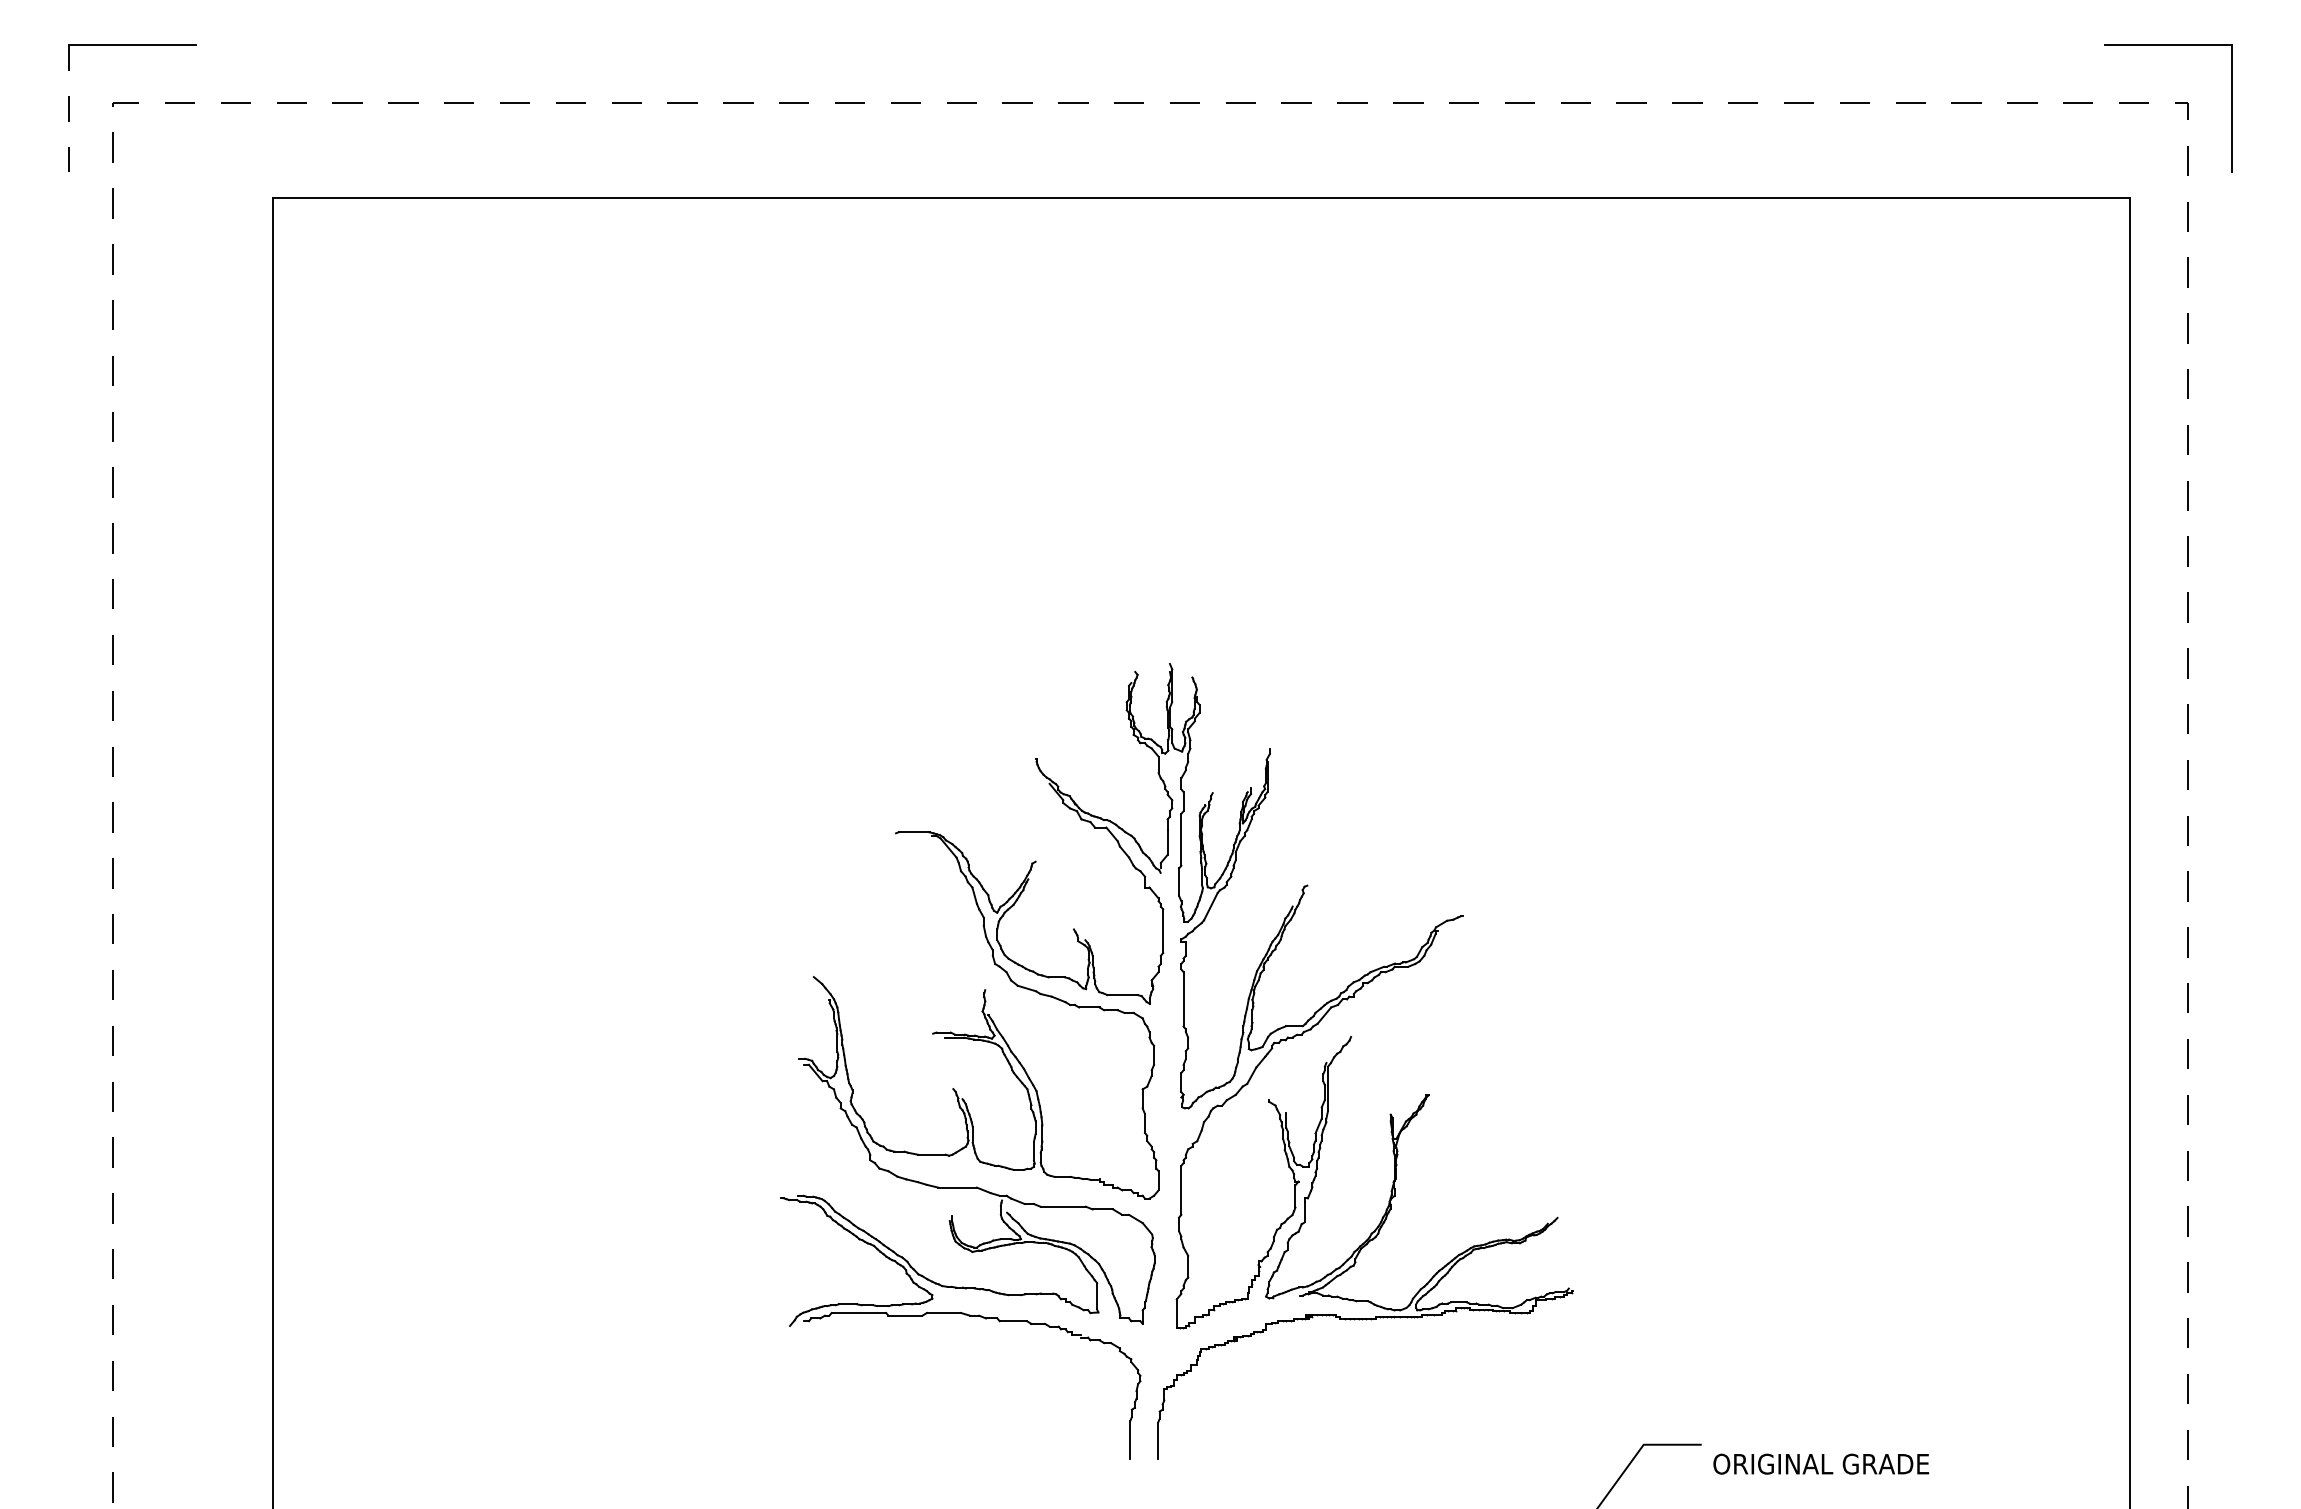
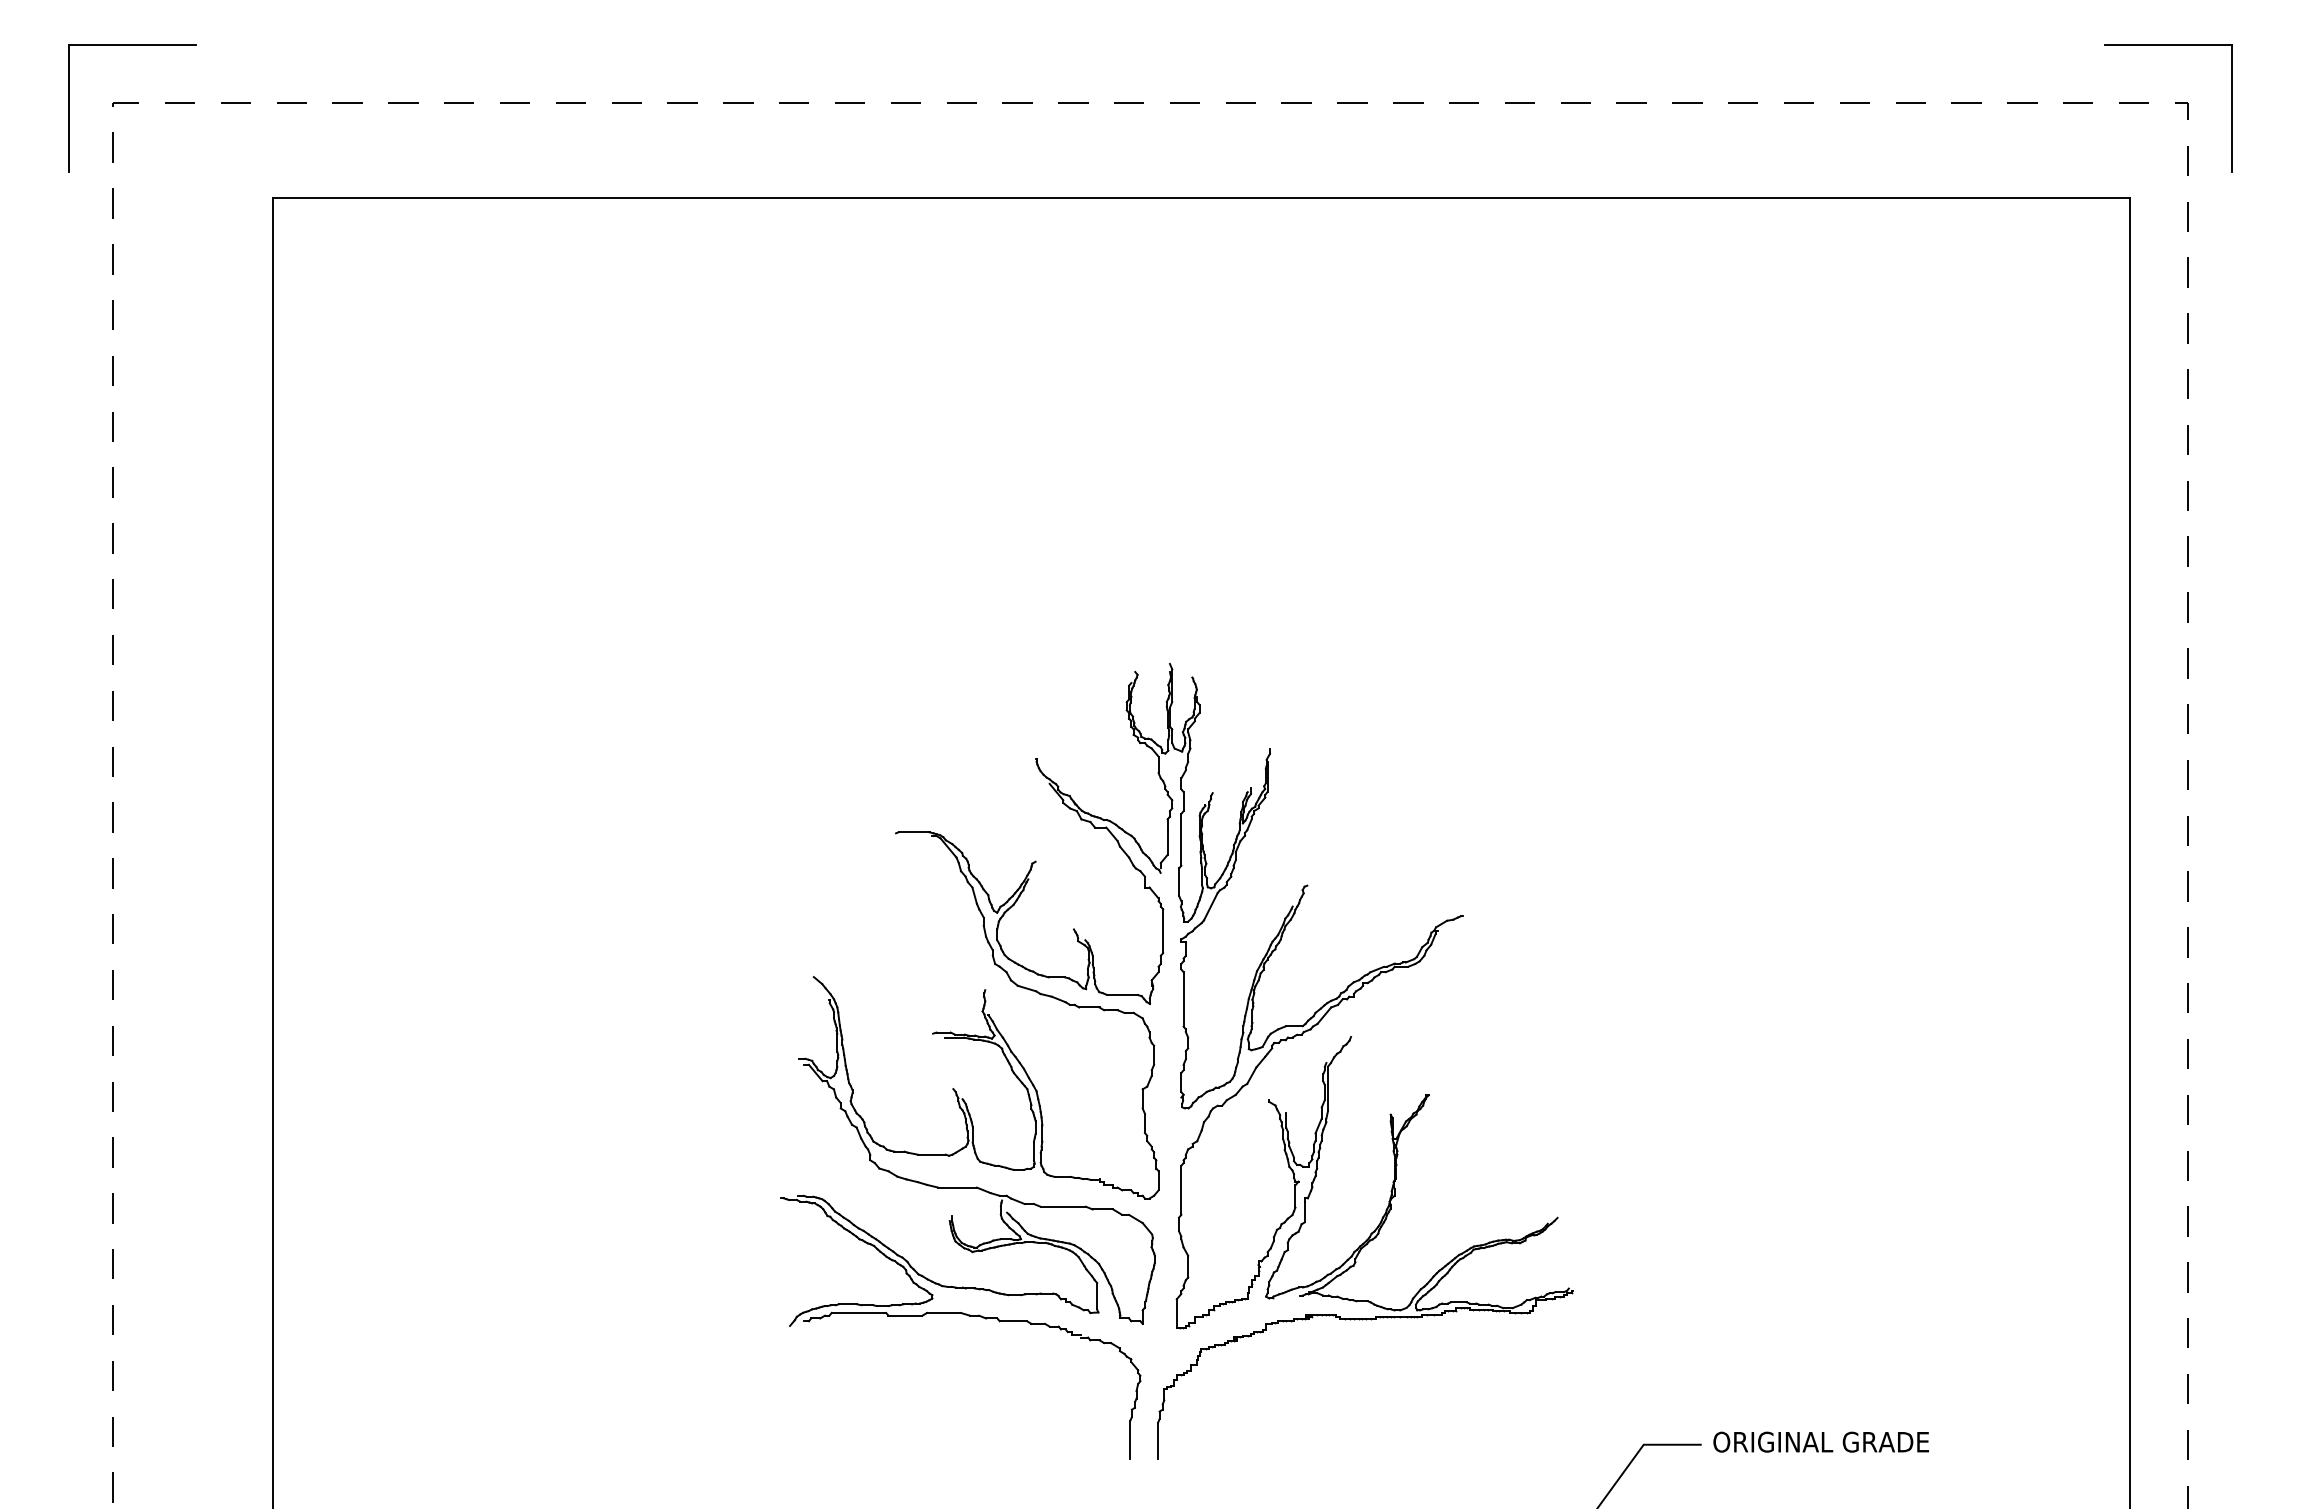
line at (69, 108): dashed -> solid
text at (1820, 1463) position: (1820, 1463) -> (1820, 1441)
